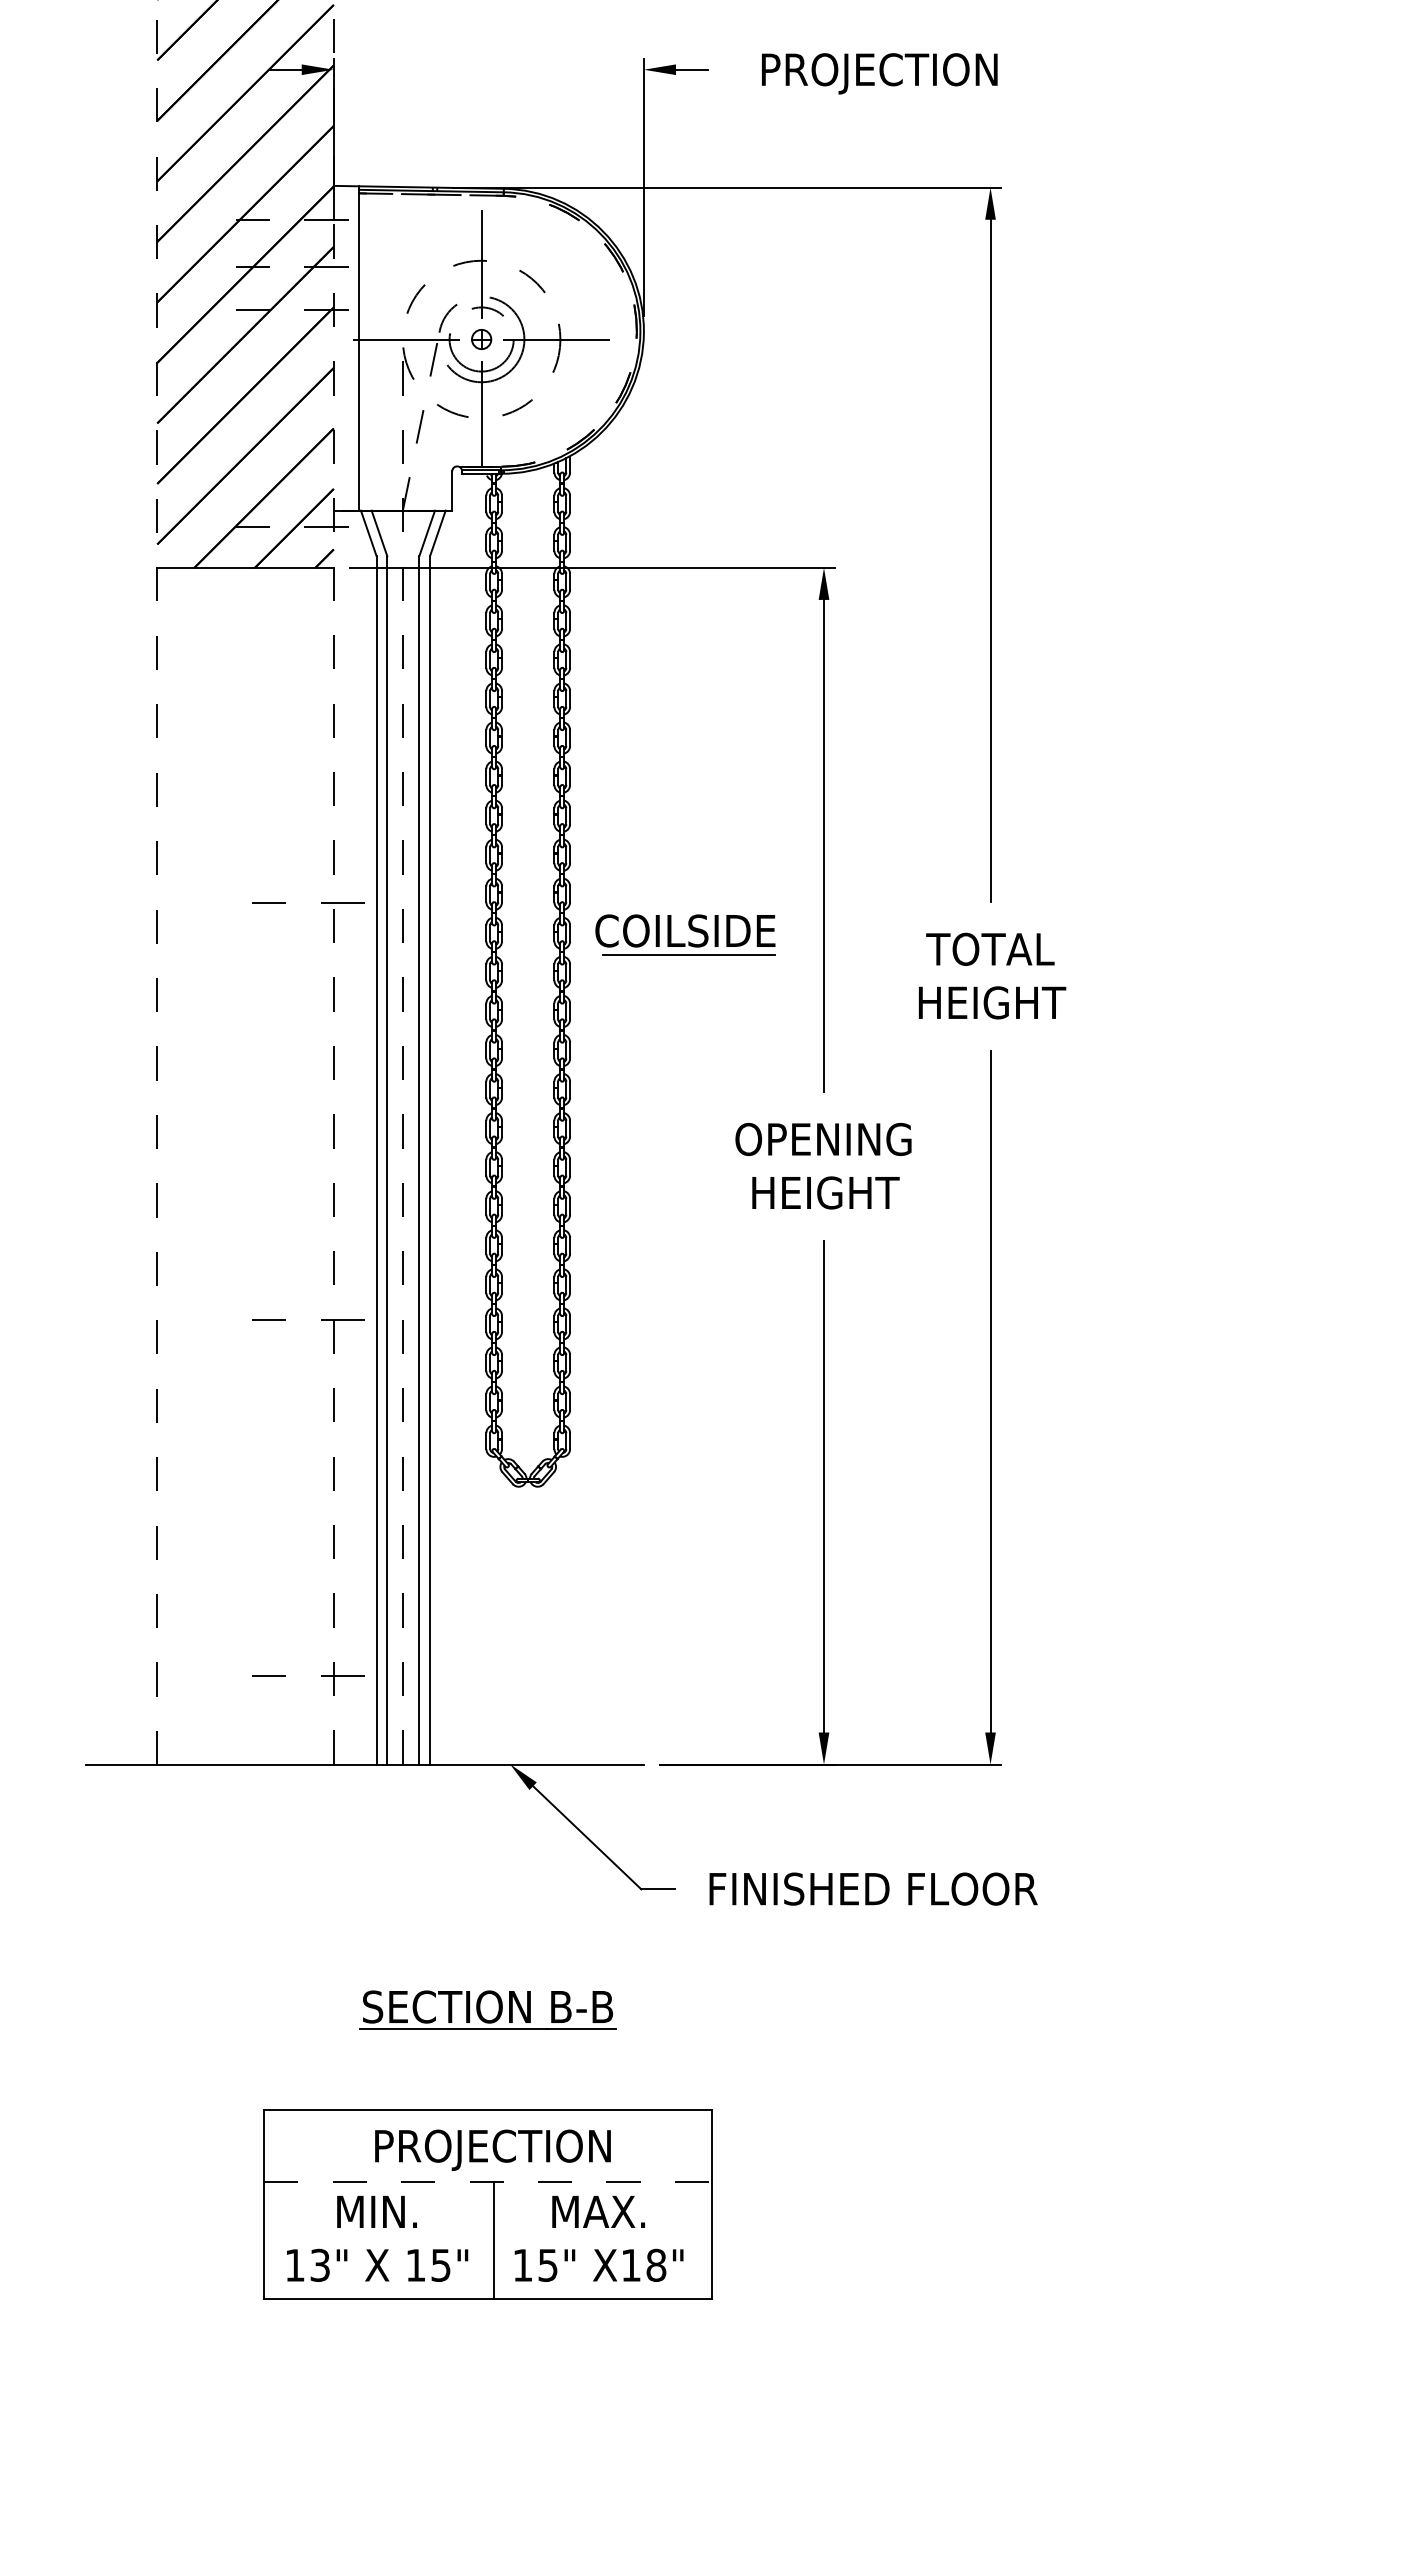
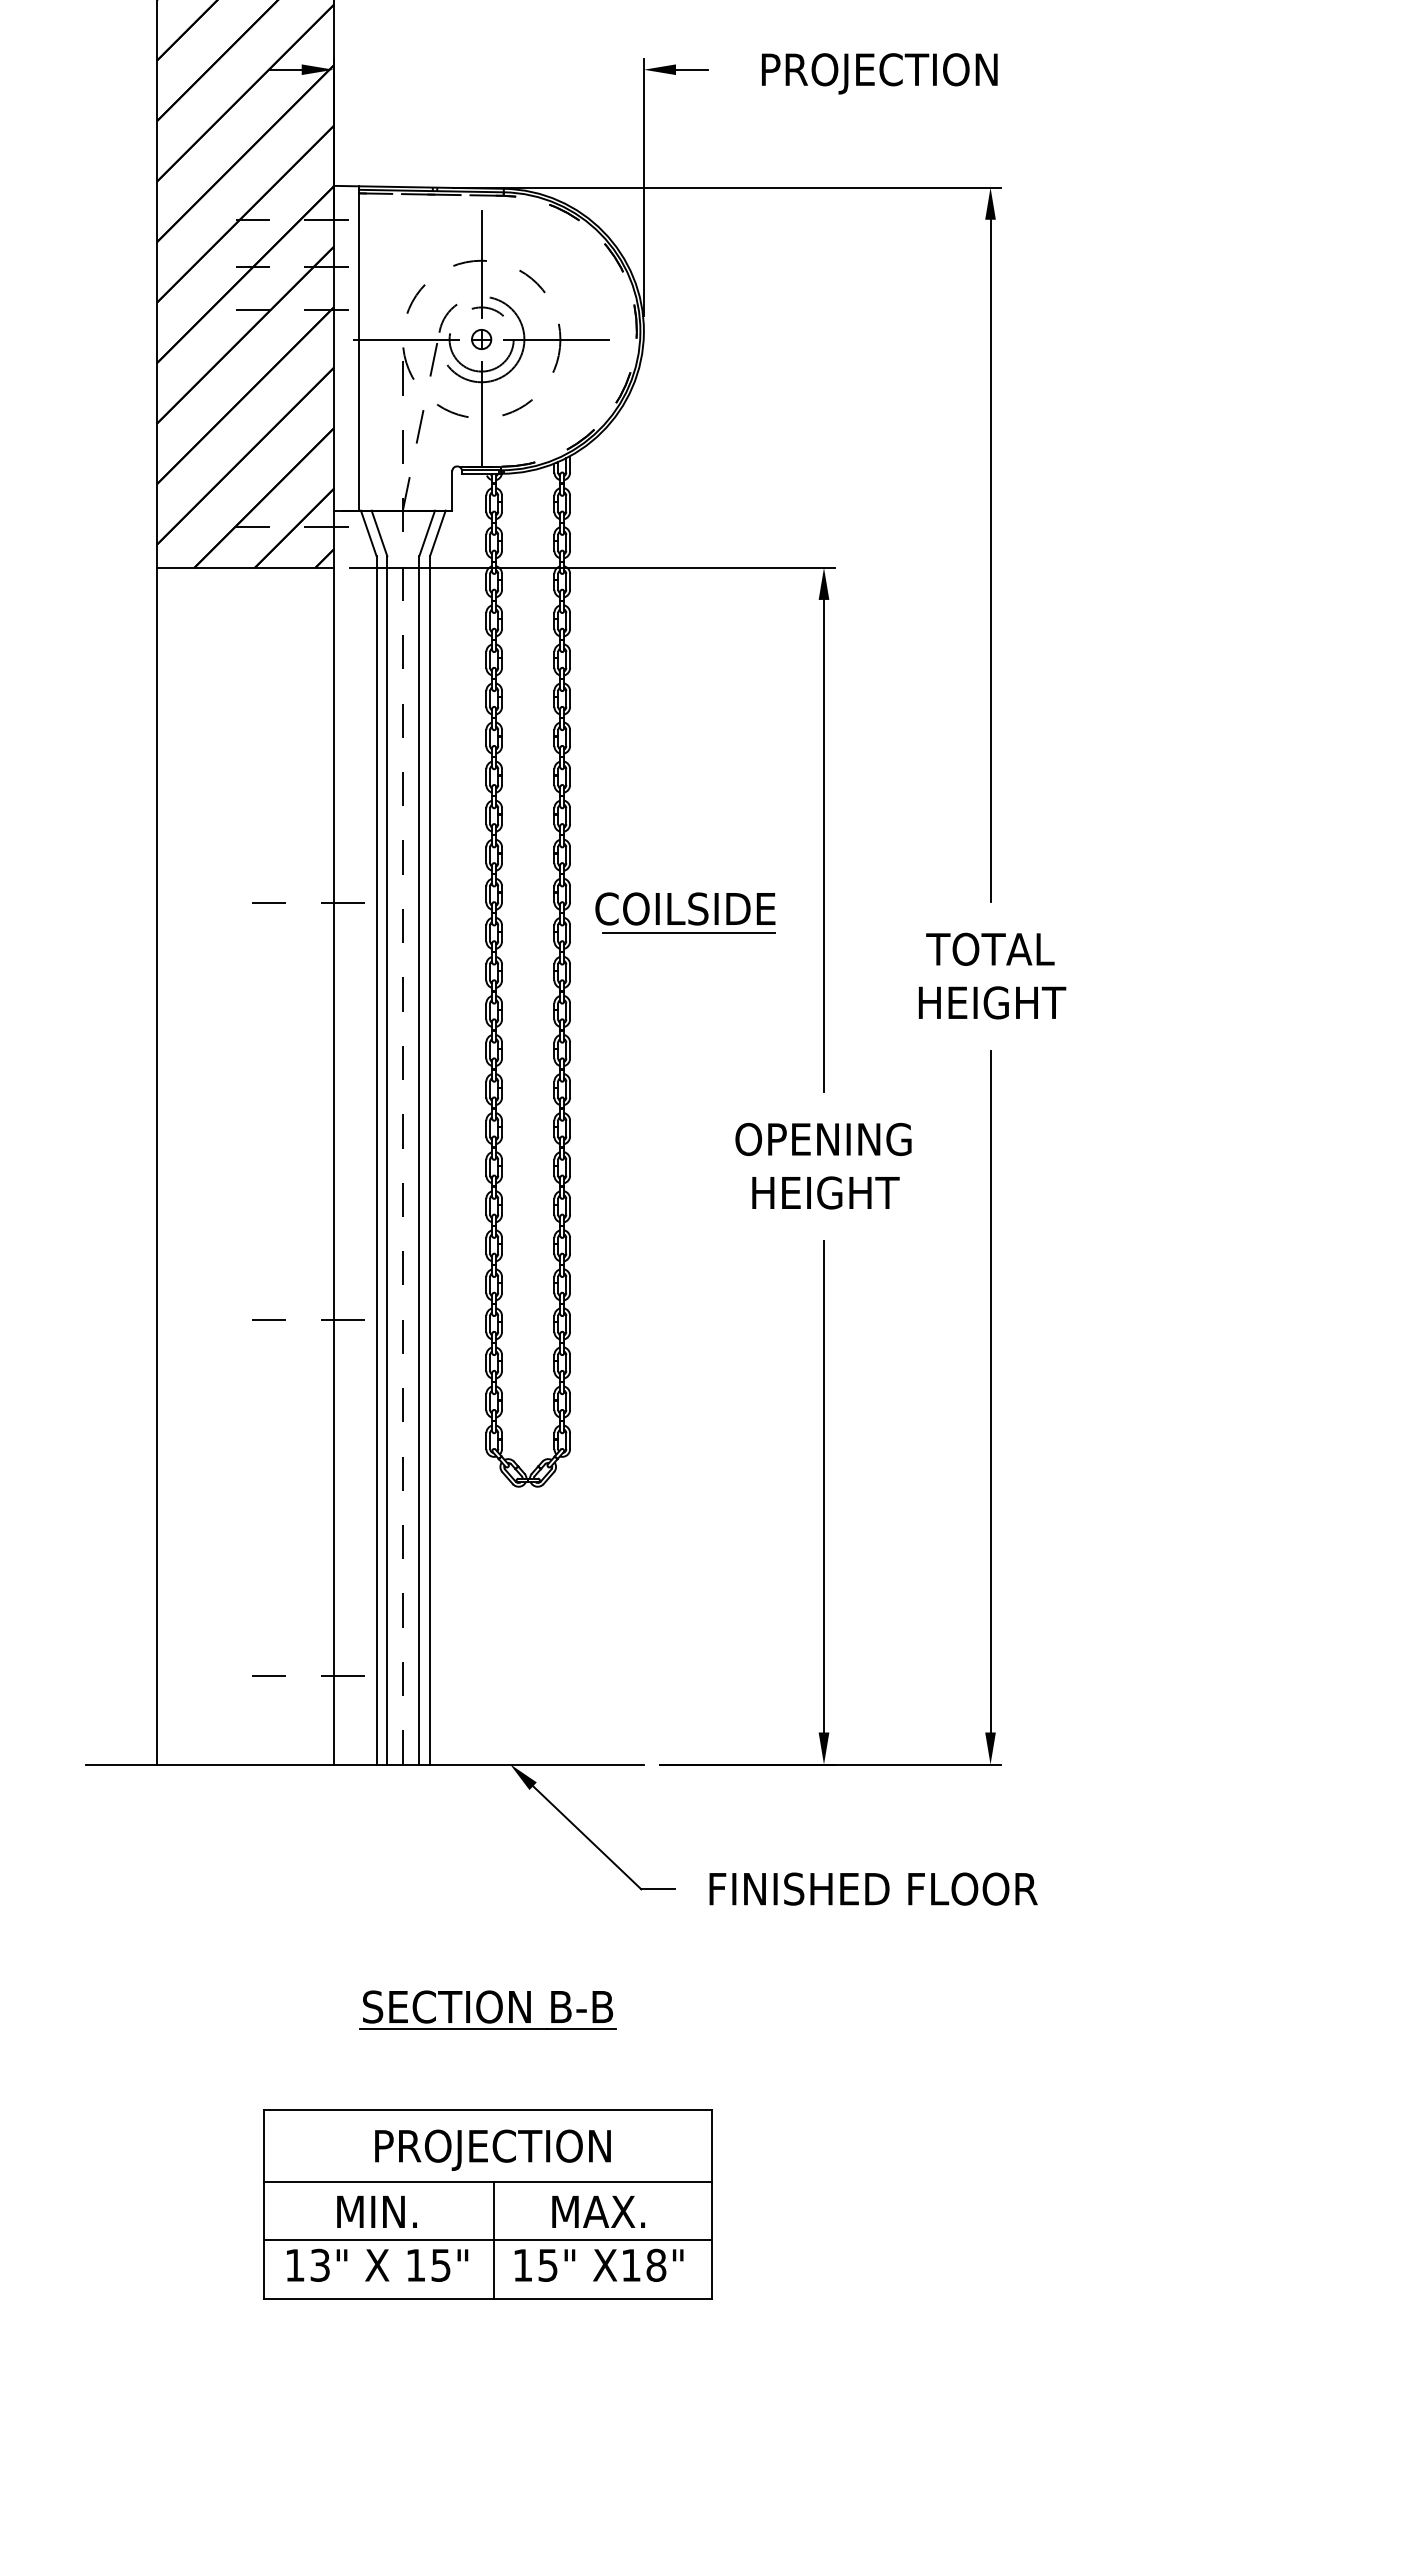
line at (157, 882): dashed -> solid
line at (333, 882): dashed -> solid
part at (690, 929) position: (690, 929) -> (690, 907)
line at (487, 2182): dashed -> solid
line at (487, 2240): none -> present
